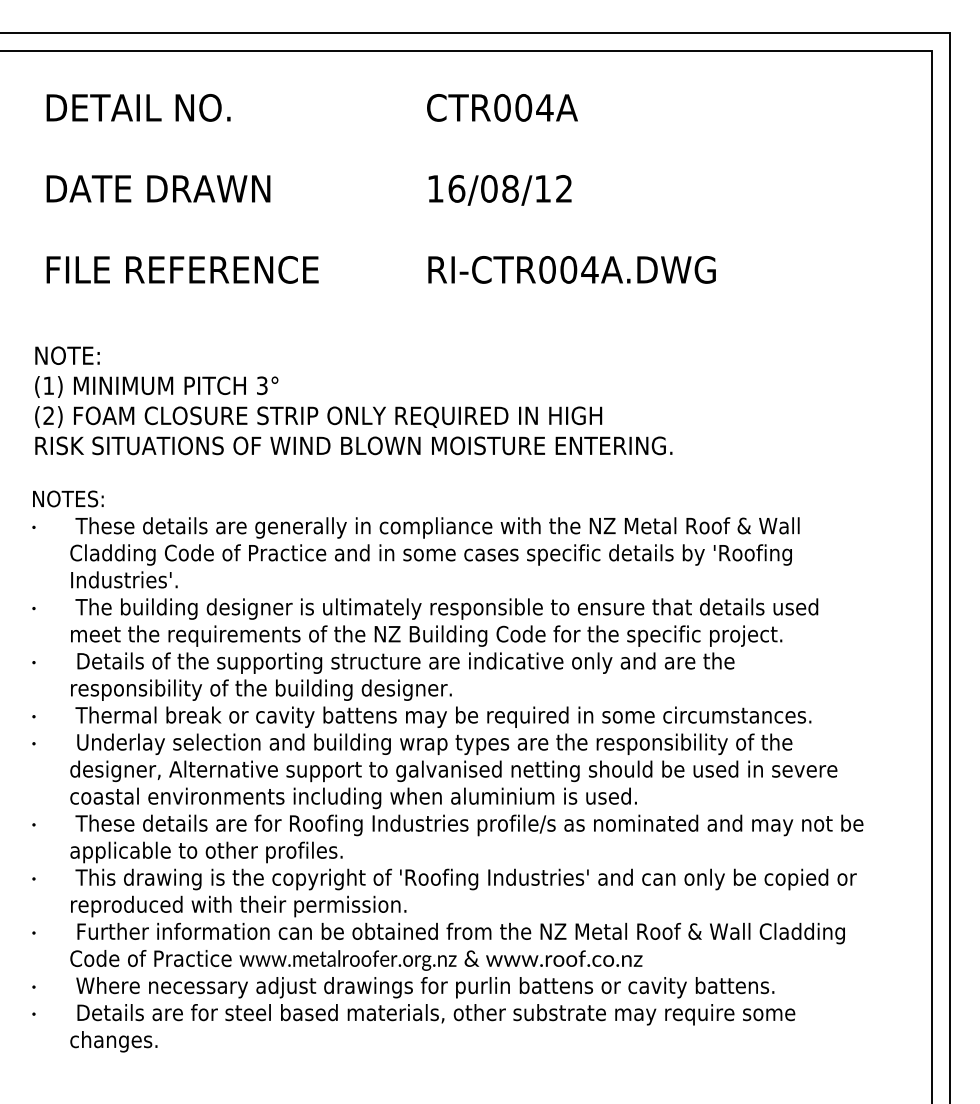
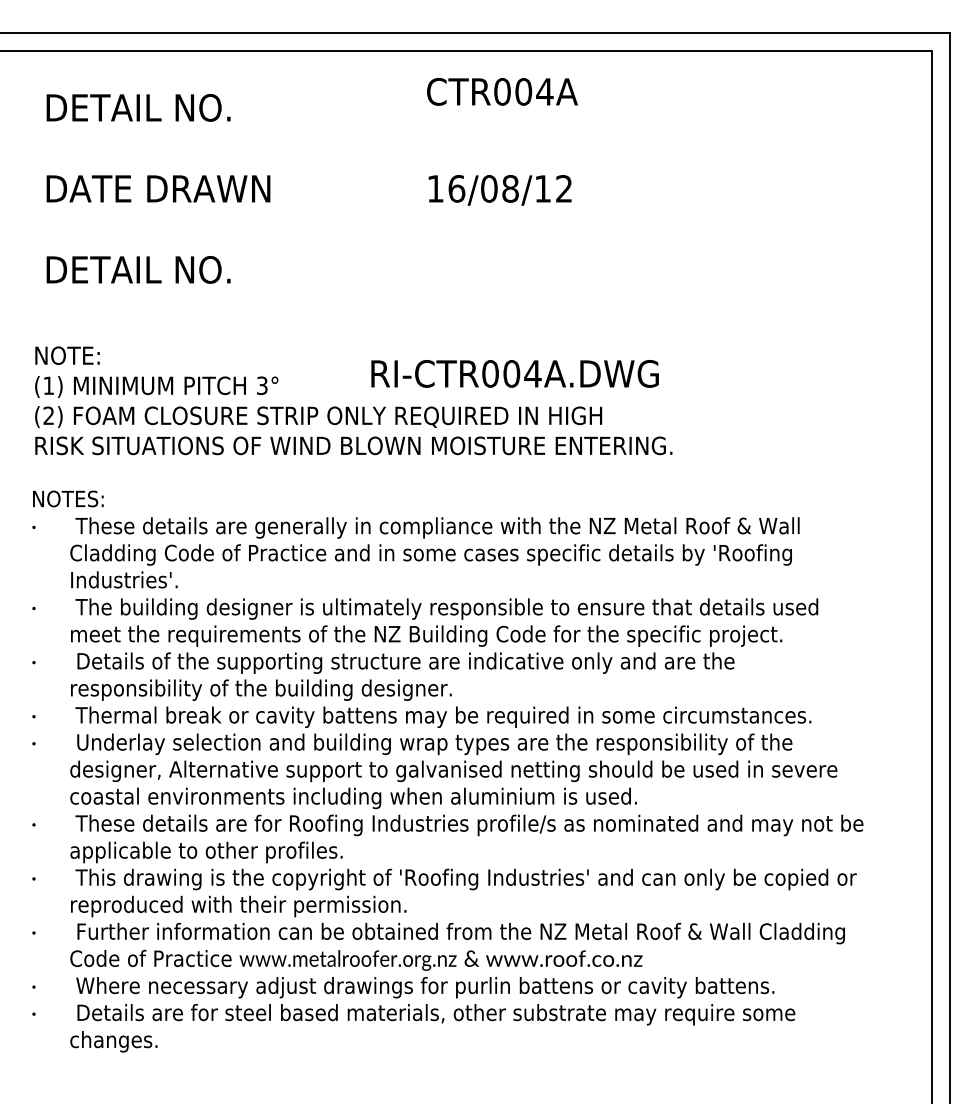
text at (502, 107) position: (502, 107) -> (502, 91)
text at (184, 269): FILE REFERENCE -> DETAIL NO.
text at (571, 269) position: (571, 269) -> (514, 373)
